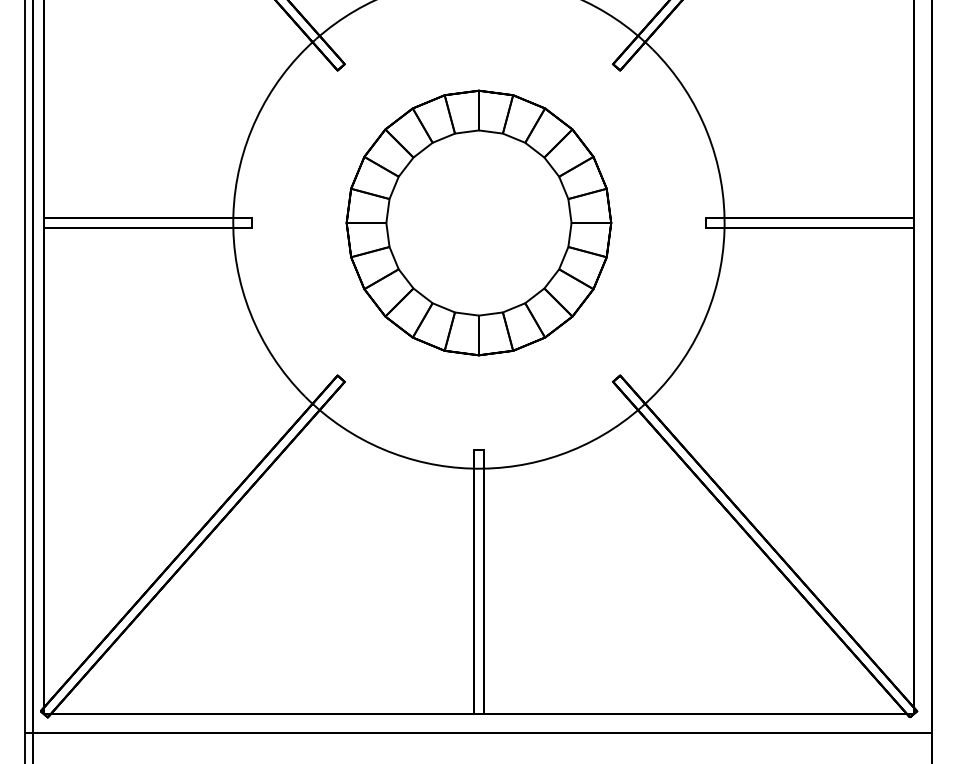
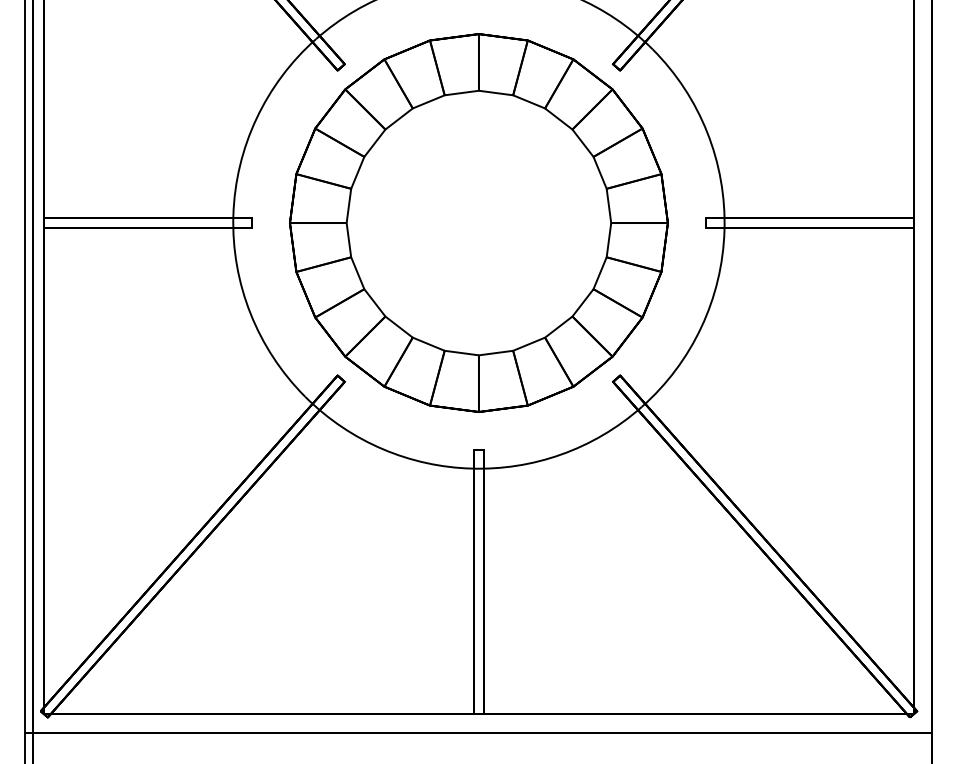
part at (478, 222) size: 268x268 px -> 380x380 px
